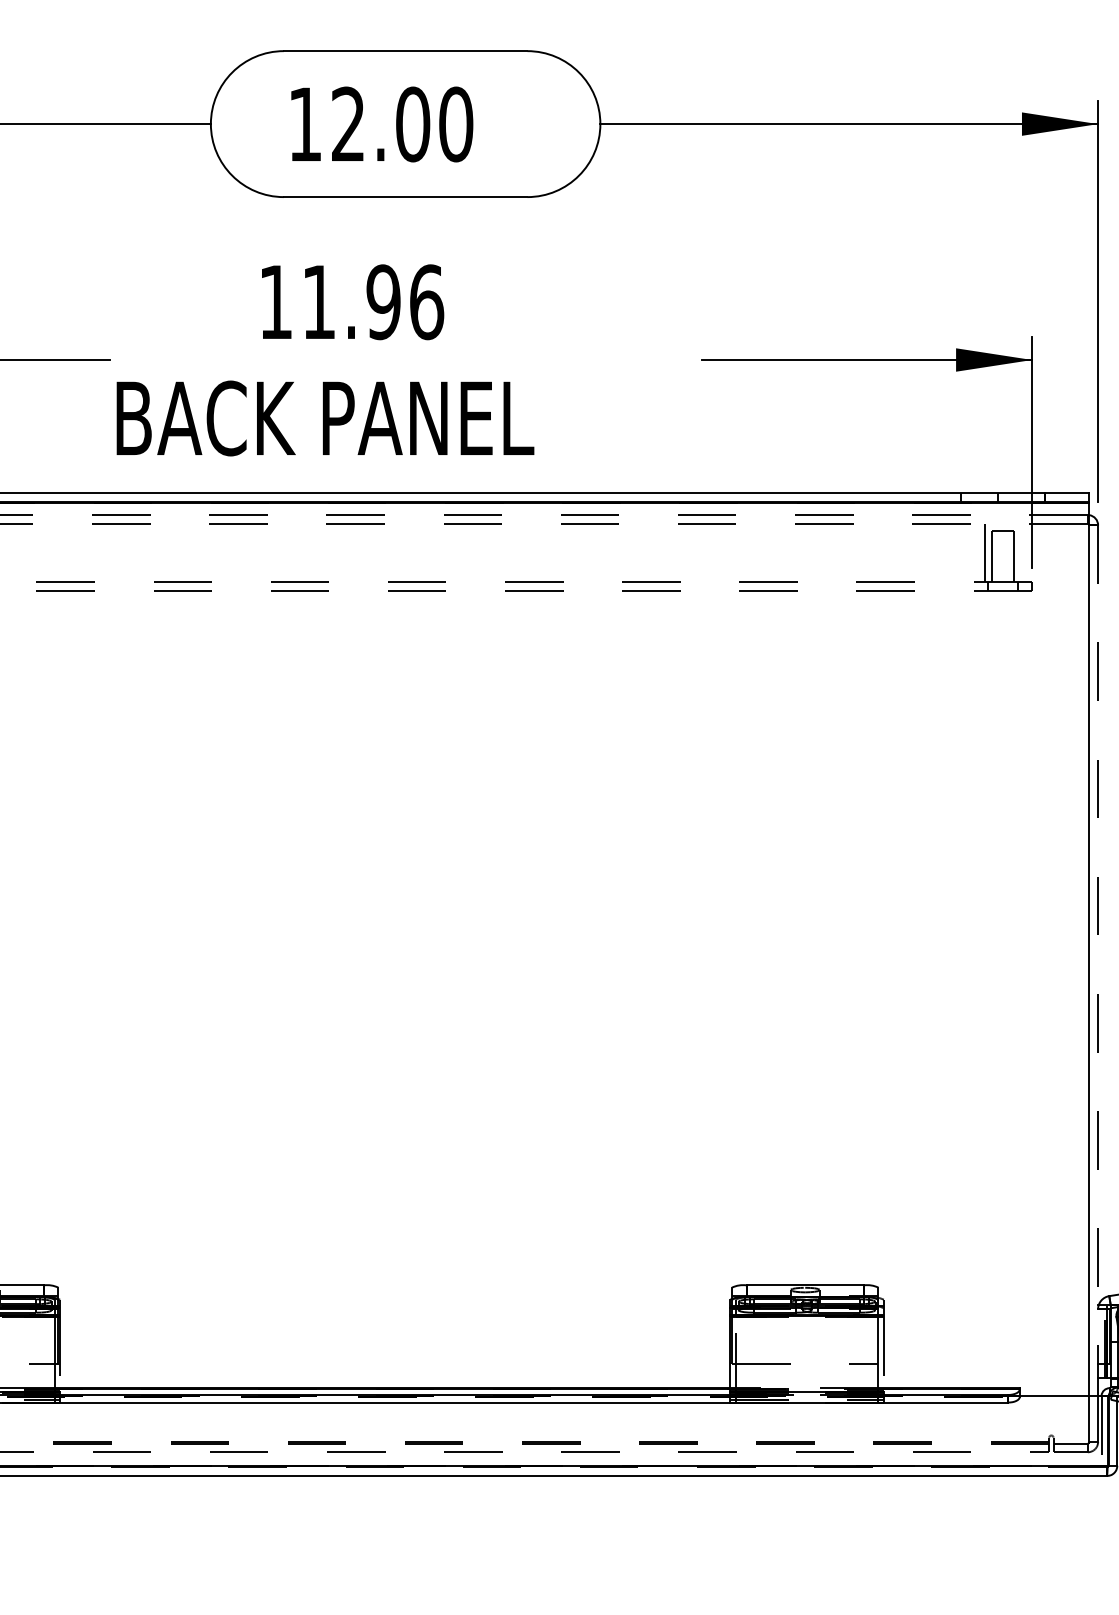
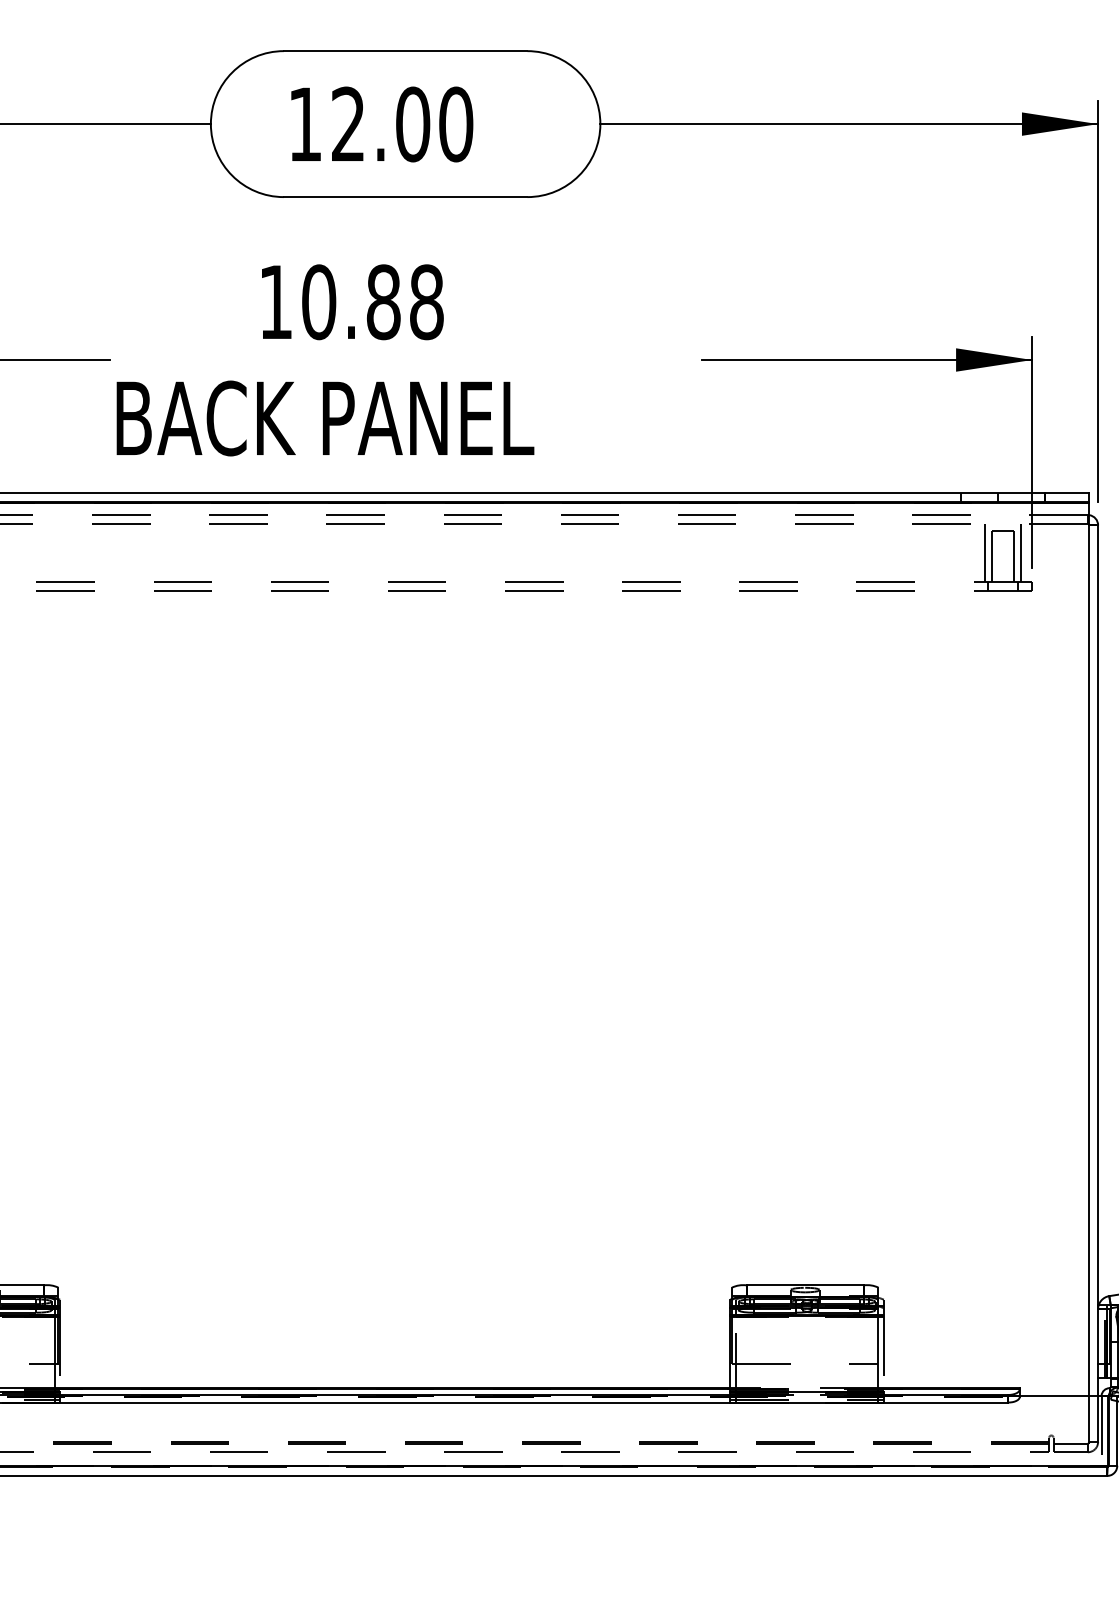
text at (373, 302): 11.96 -> 10.88
line at (1021, 552): none -> present
line at (1098, 960): dashed -> solid
